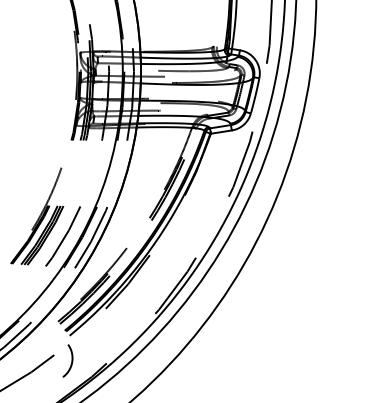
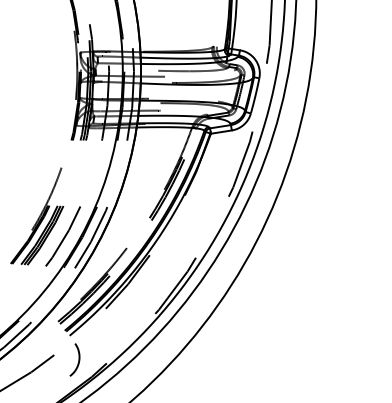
curve at (71, 360) position: (71, 360) -> (78, 359)
